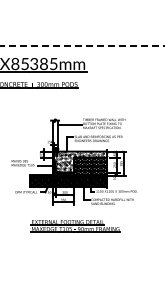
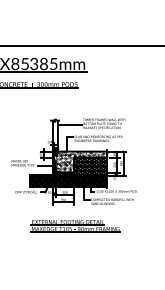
line at (82, 46): dashed -> solid
